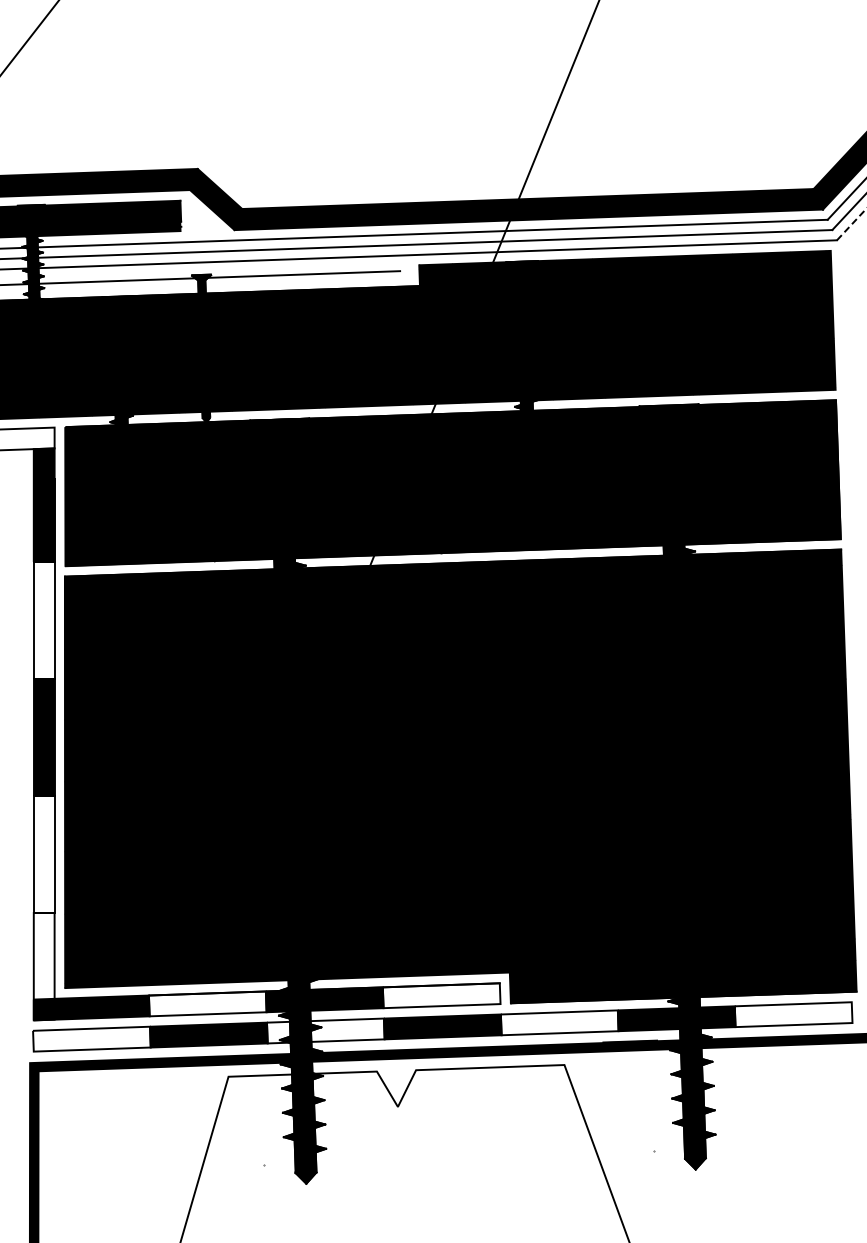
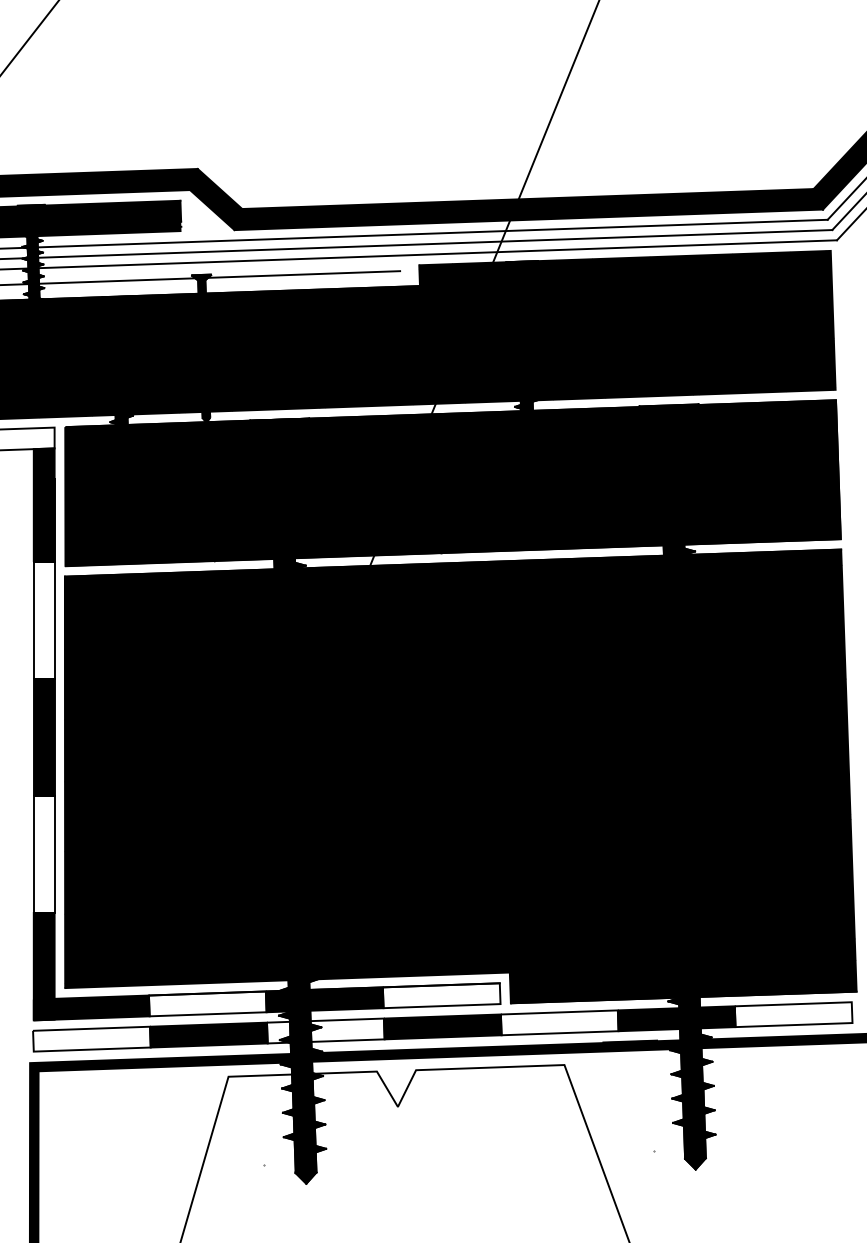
line at (851, 224): dashed -> solid
fill at (43, 966): none -> present
